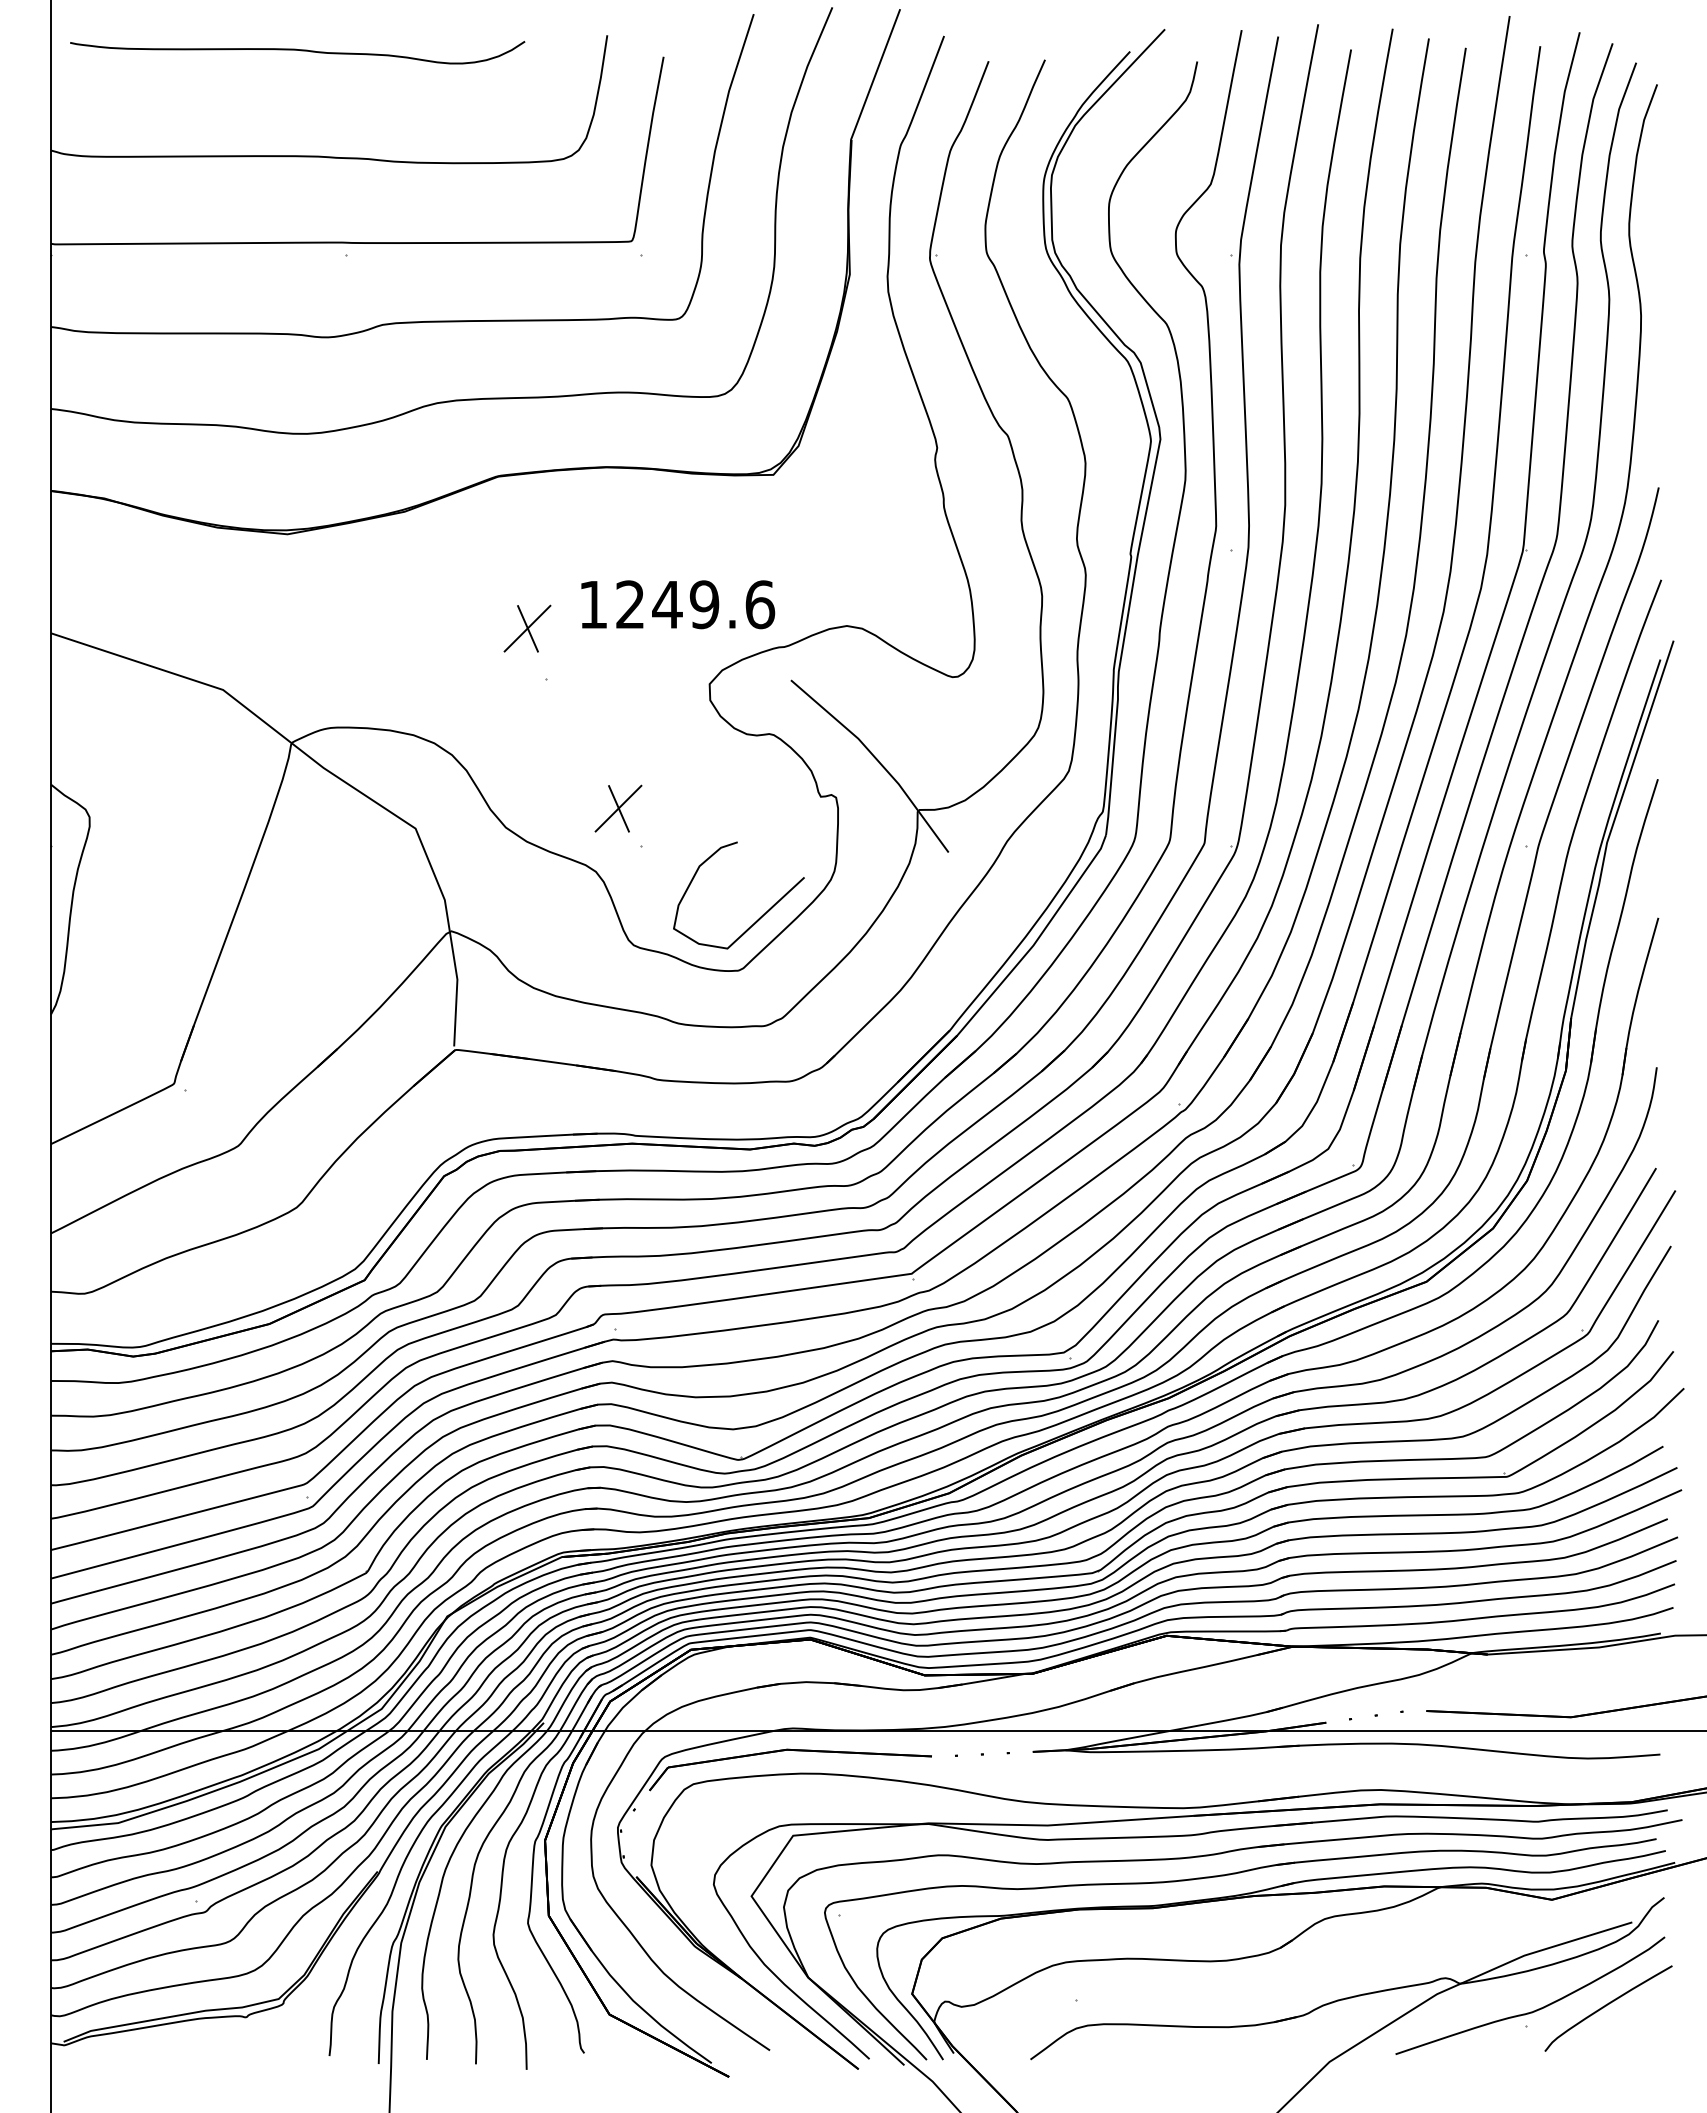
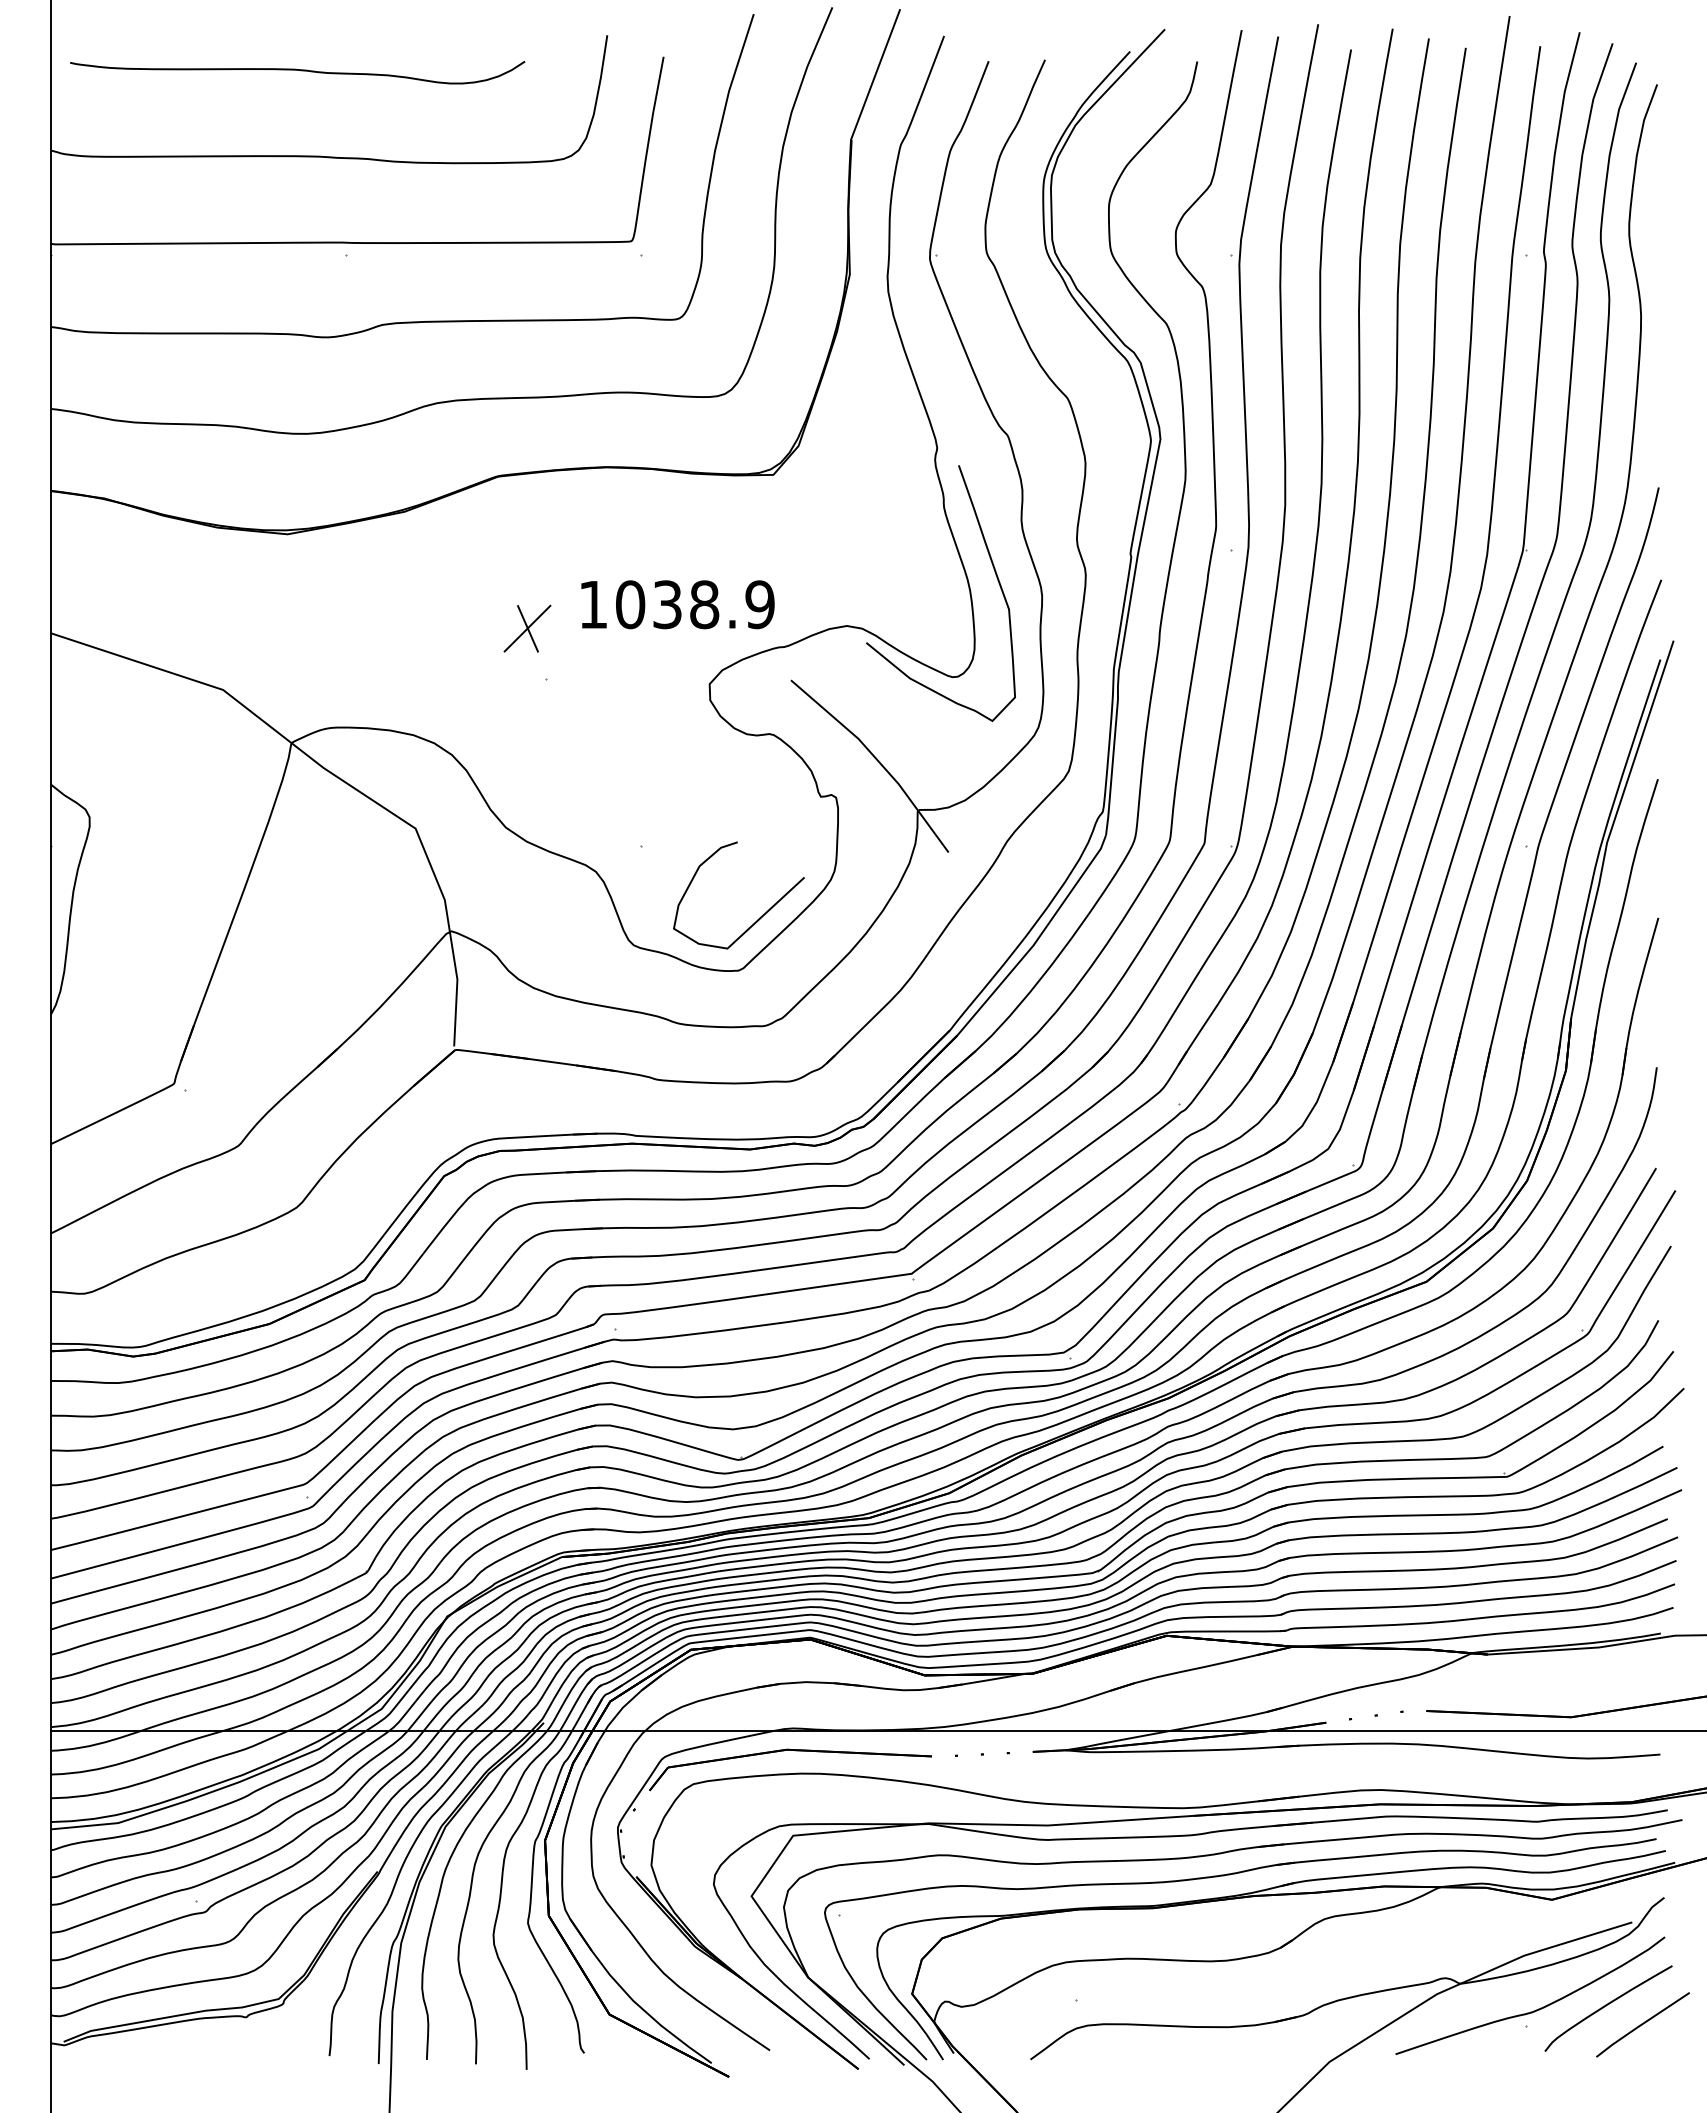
curve at (297, 50) position: (297, 50) -> (297, 70)
curve at (995, 575): none -> present
text at (695, 604): 1249.6 -> 1038.9
part at (618, 808): present -> none
line at (1642, 2024): none -> present
